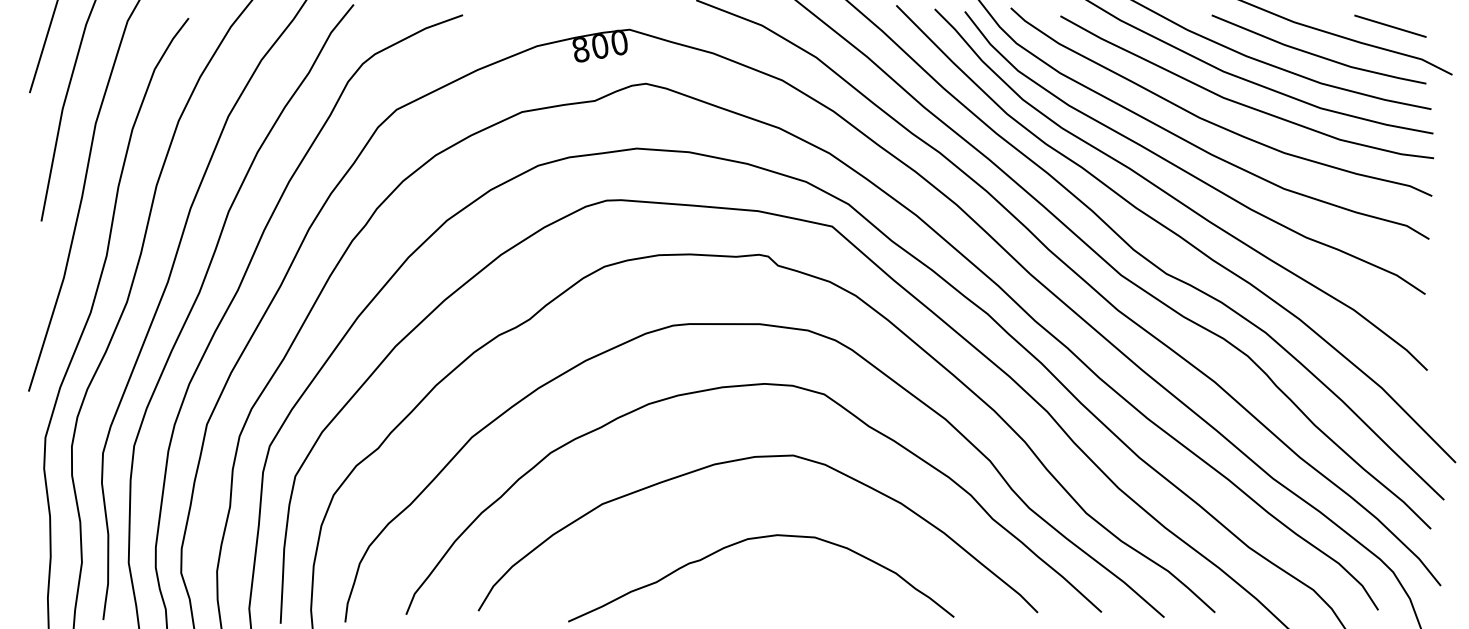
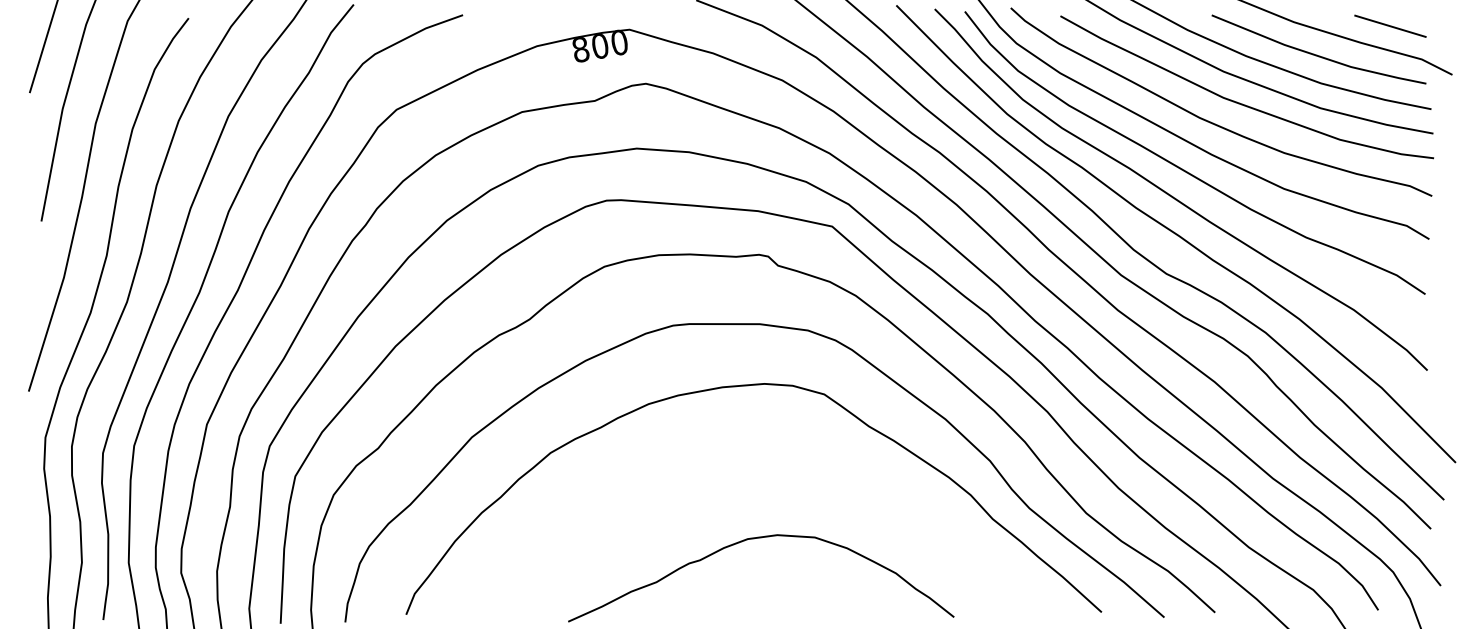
part at (742, 460): present -> none
